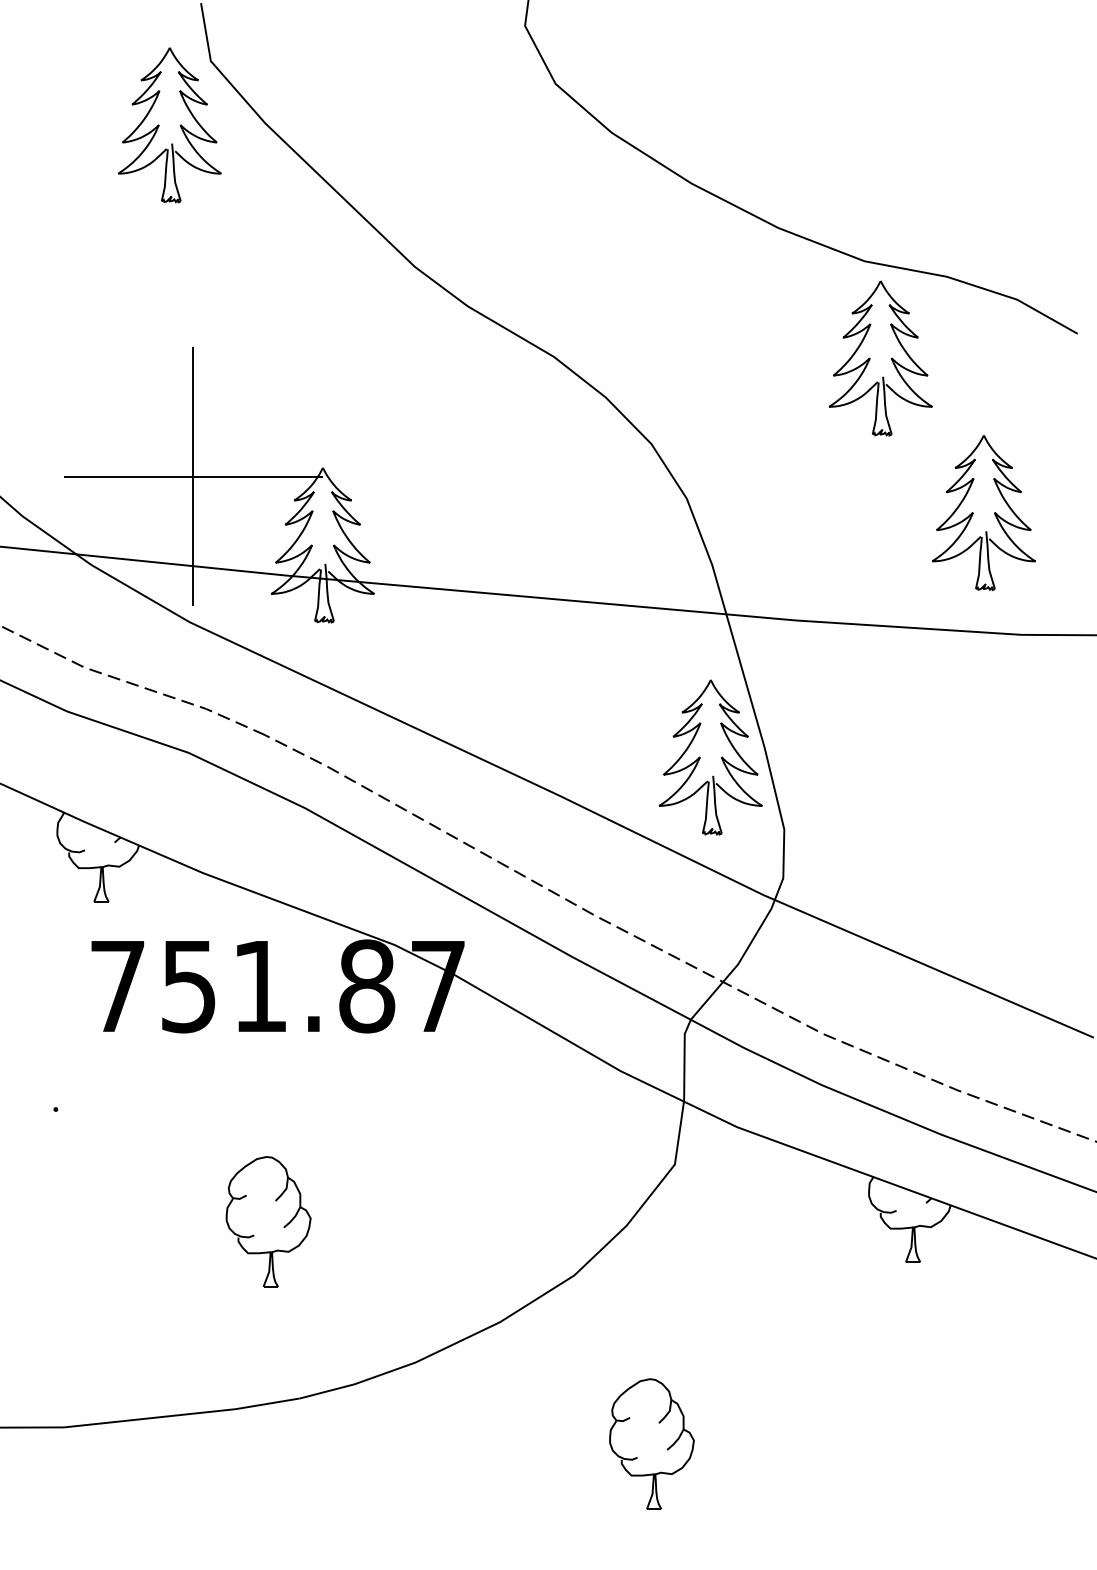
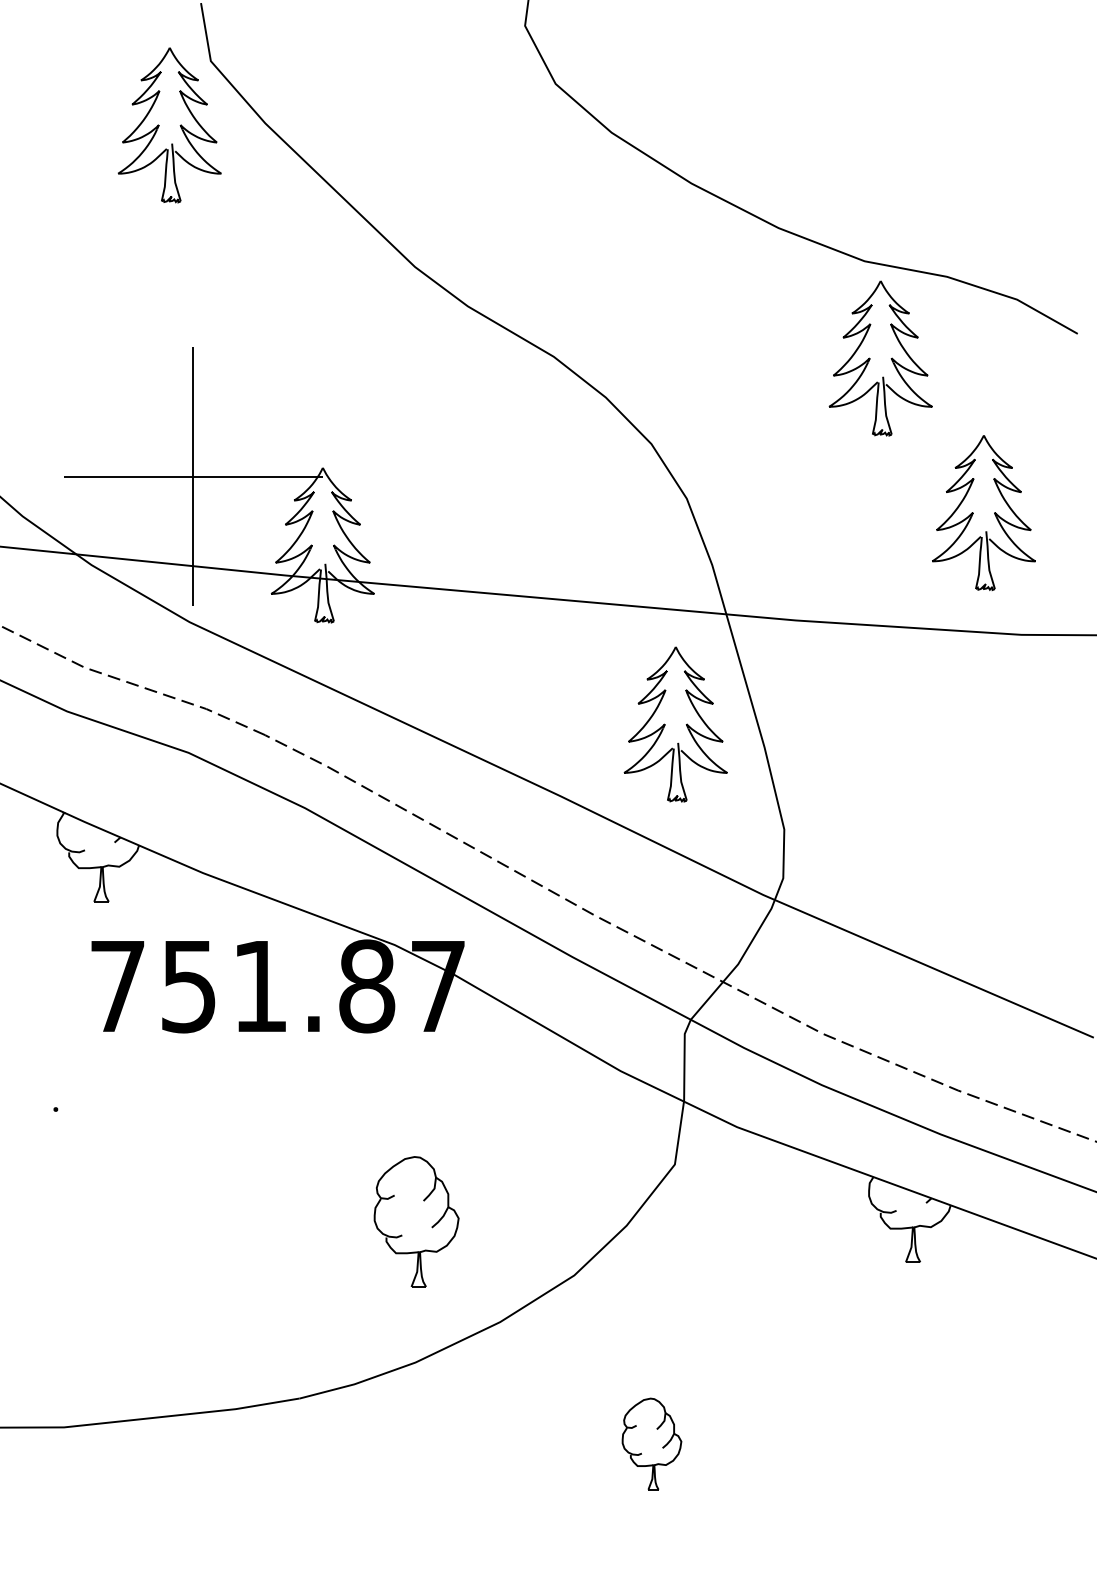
part at (710, 757) position: (710, 757) -> (675, 724)
part at (268, 1221) position: (268, 1221) -> (416, 1221)
part at (651, 1443) size: 86x132 px -> 62x94 px
